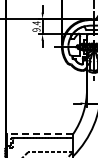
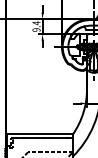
line at (39, 133): dashed -> solid
